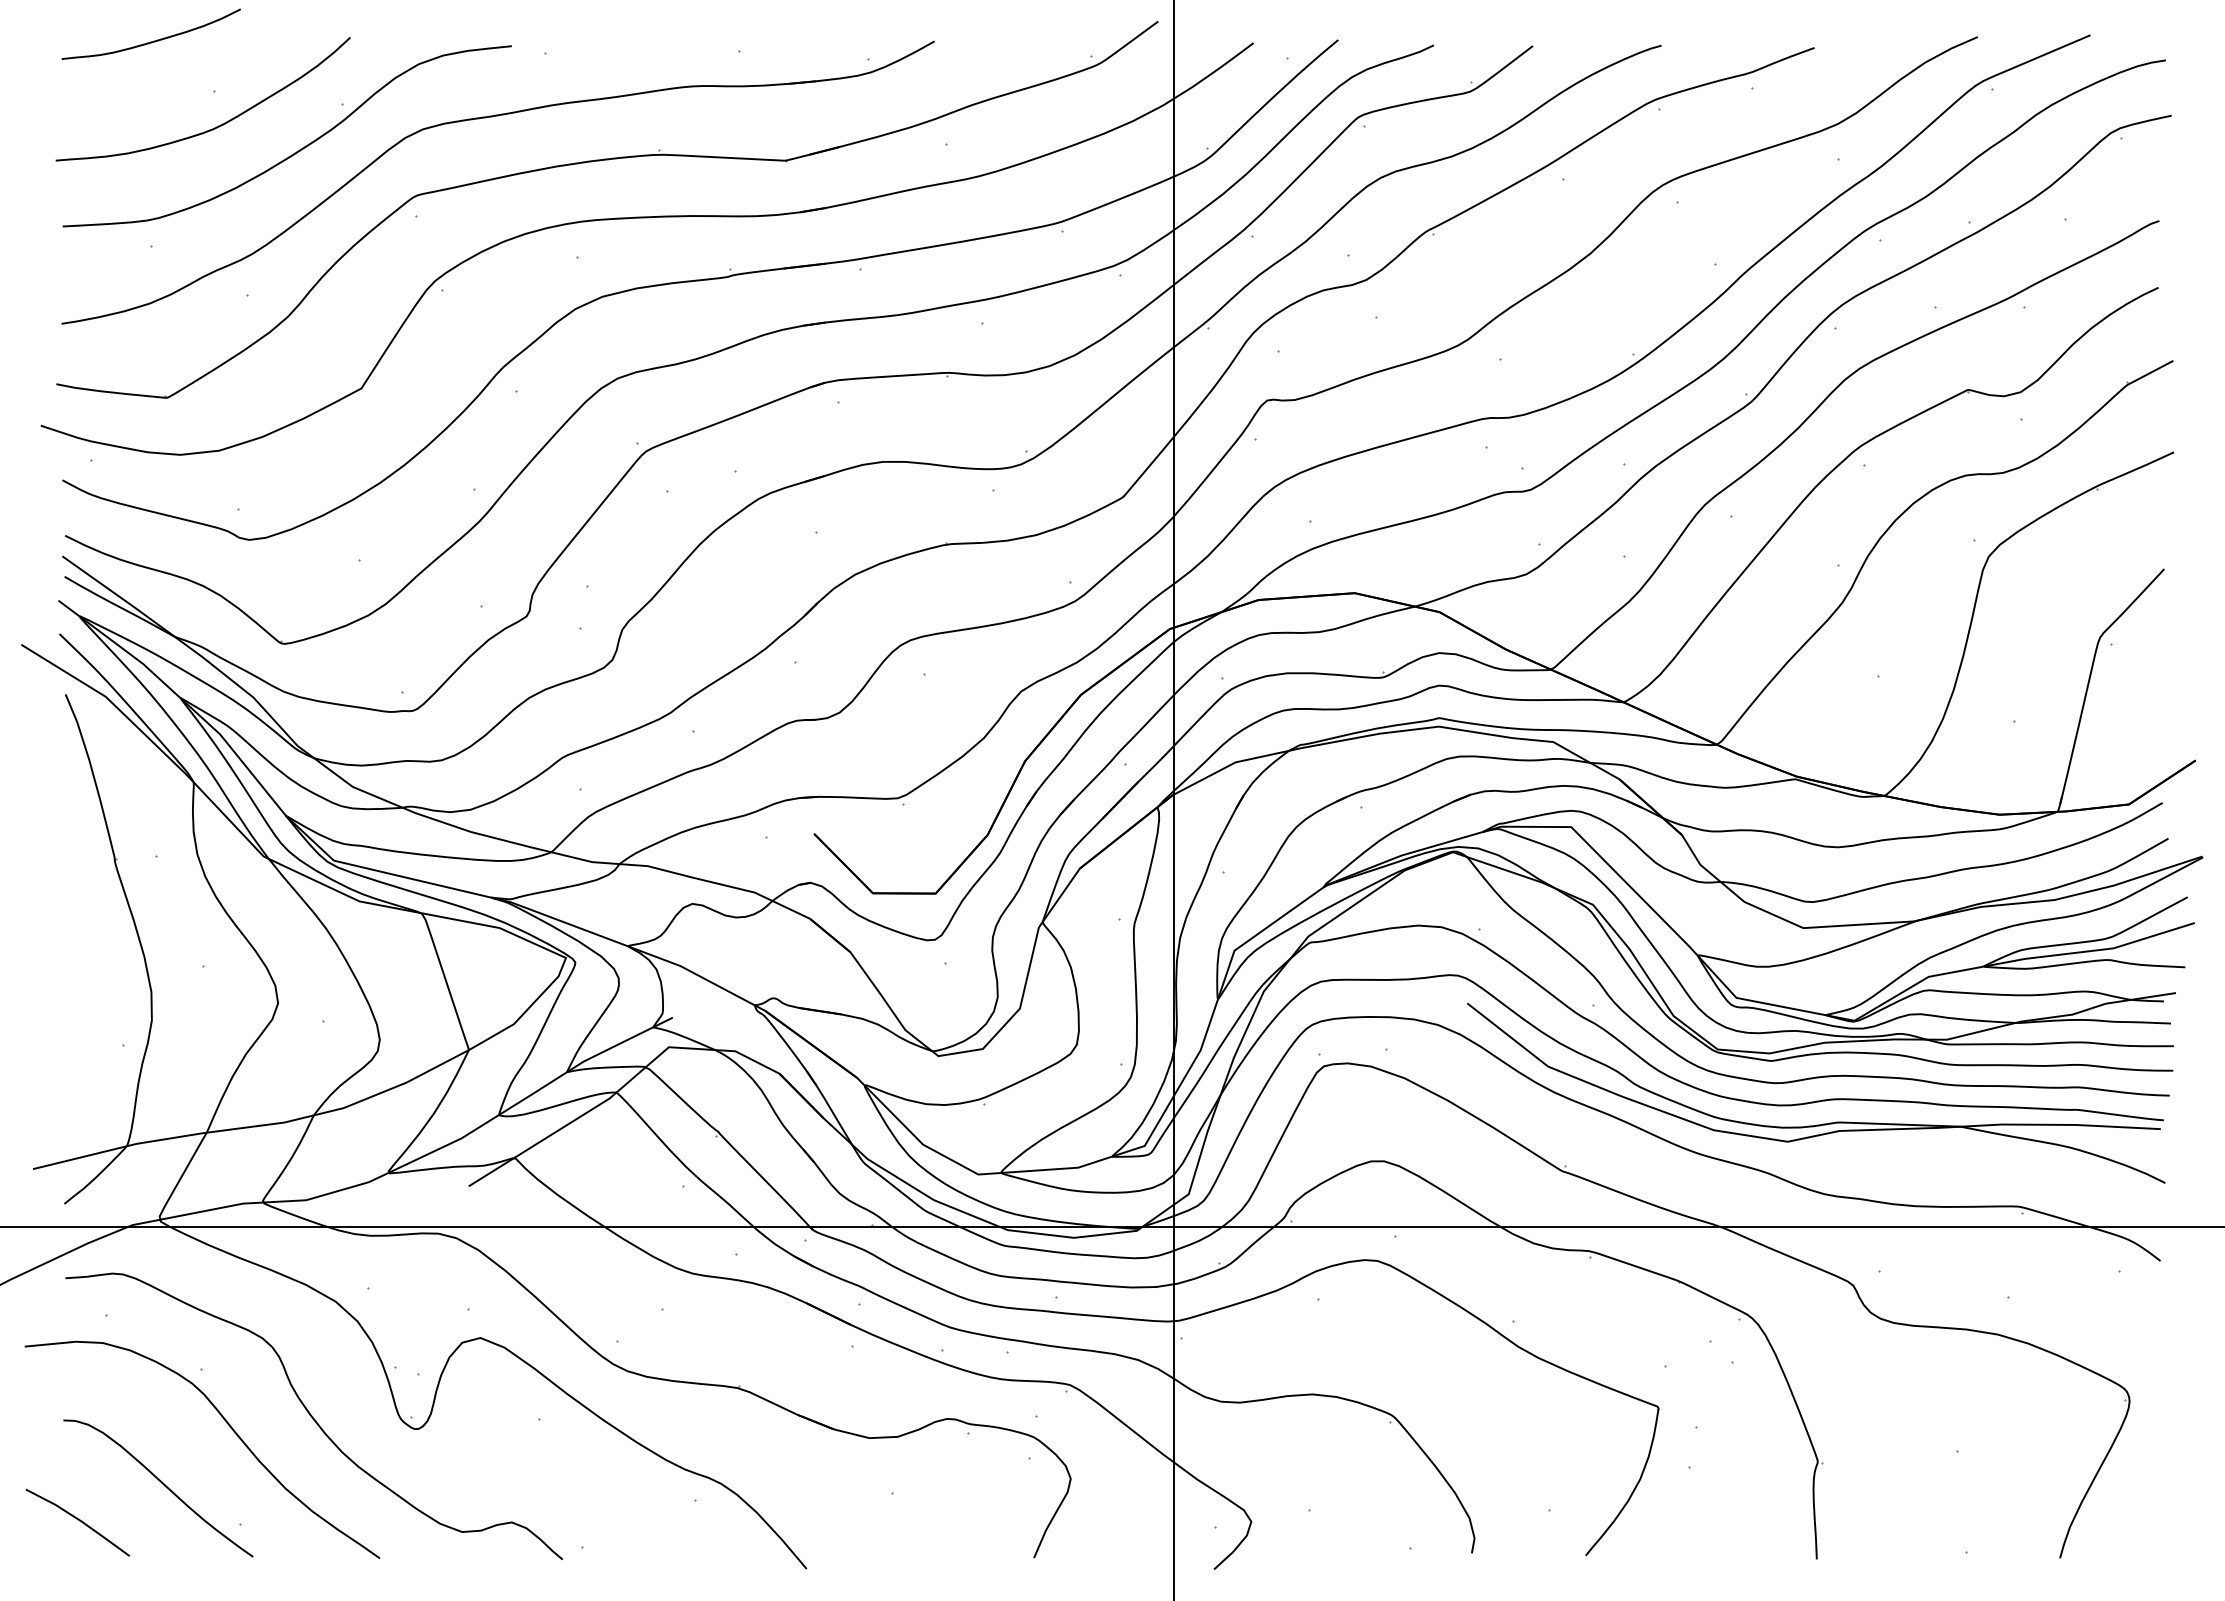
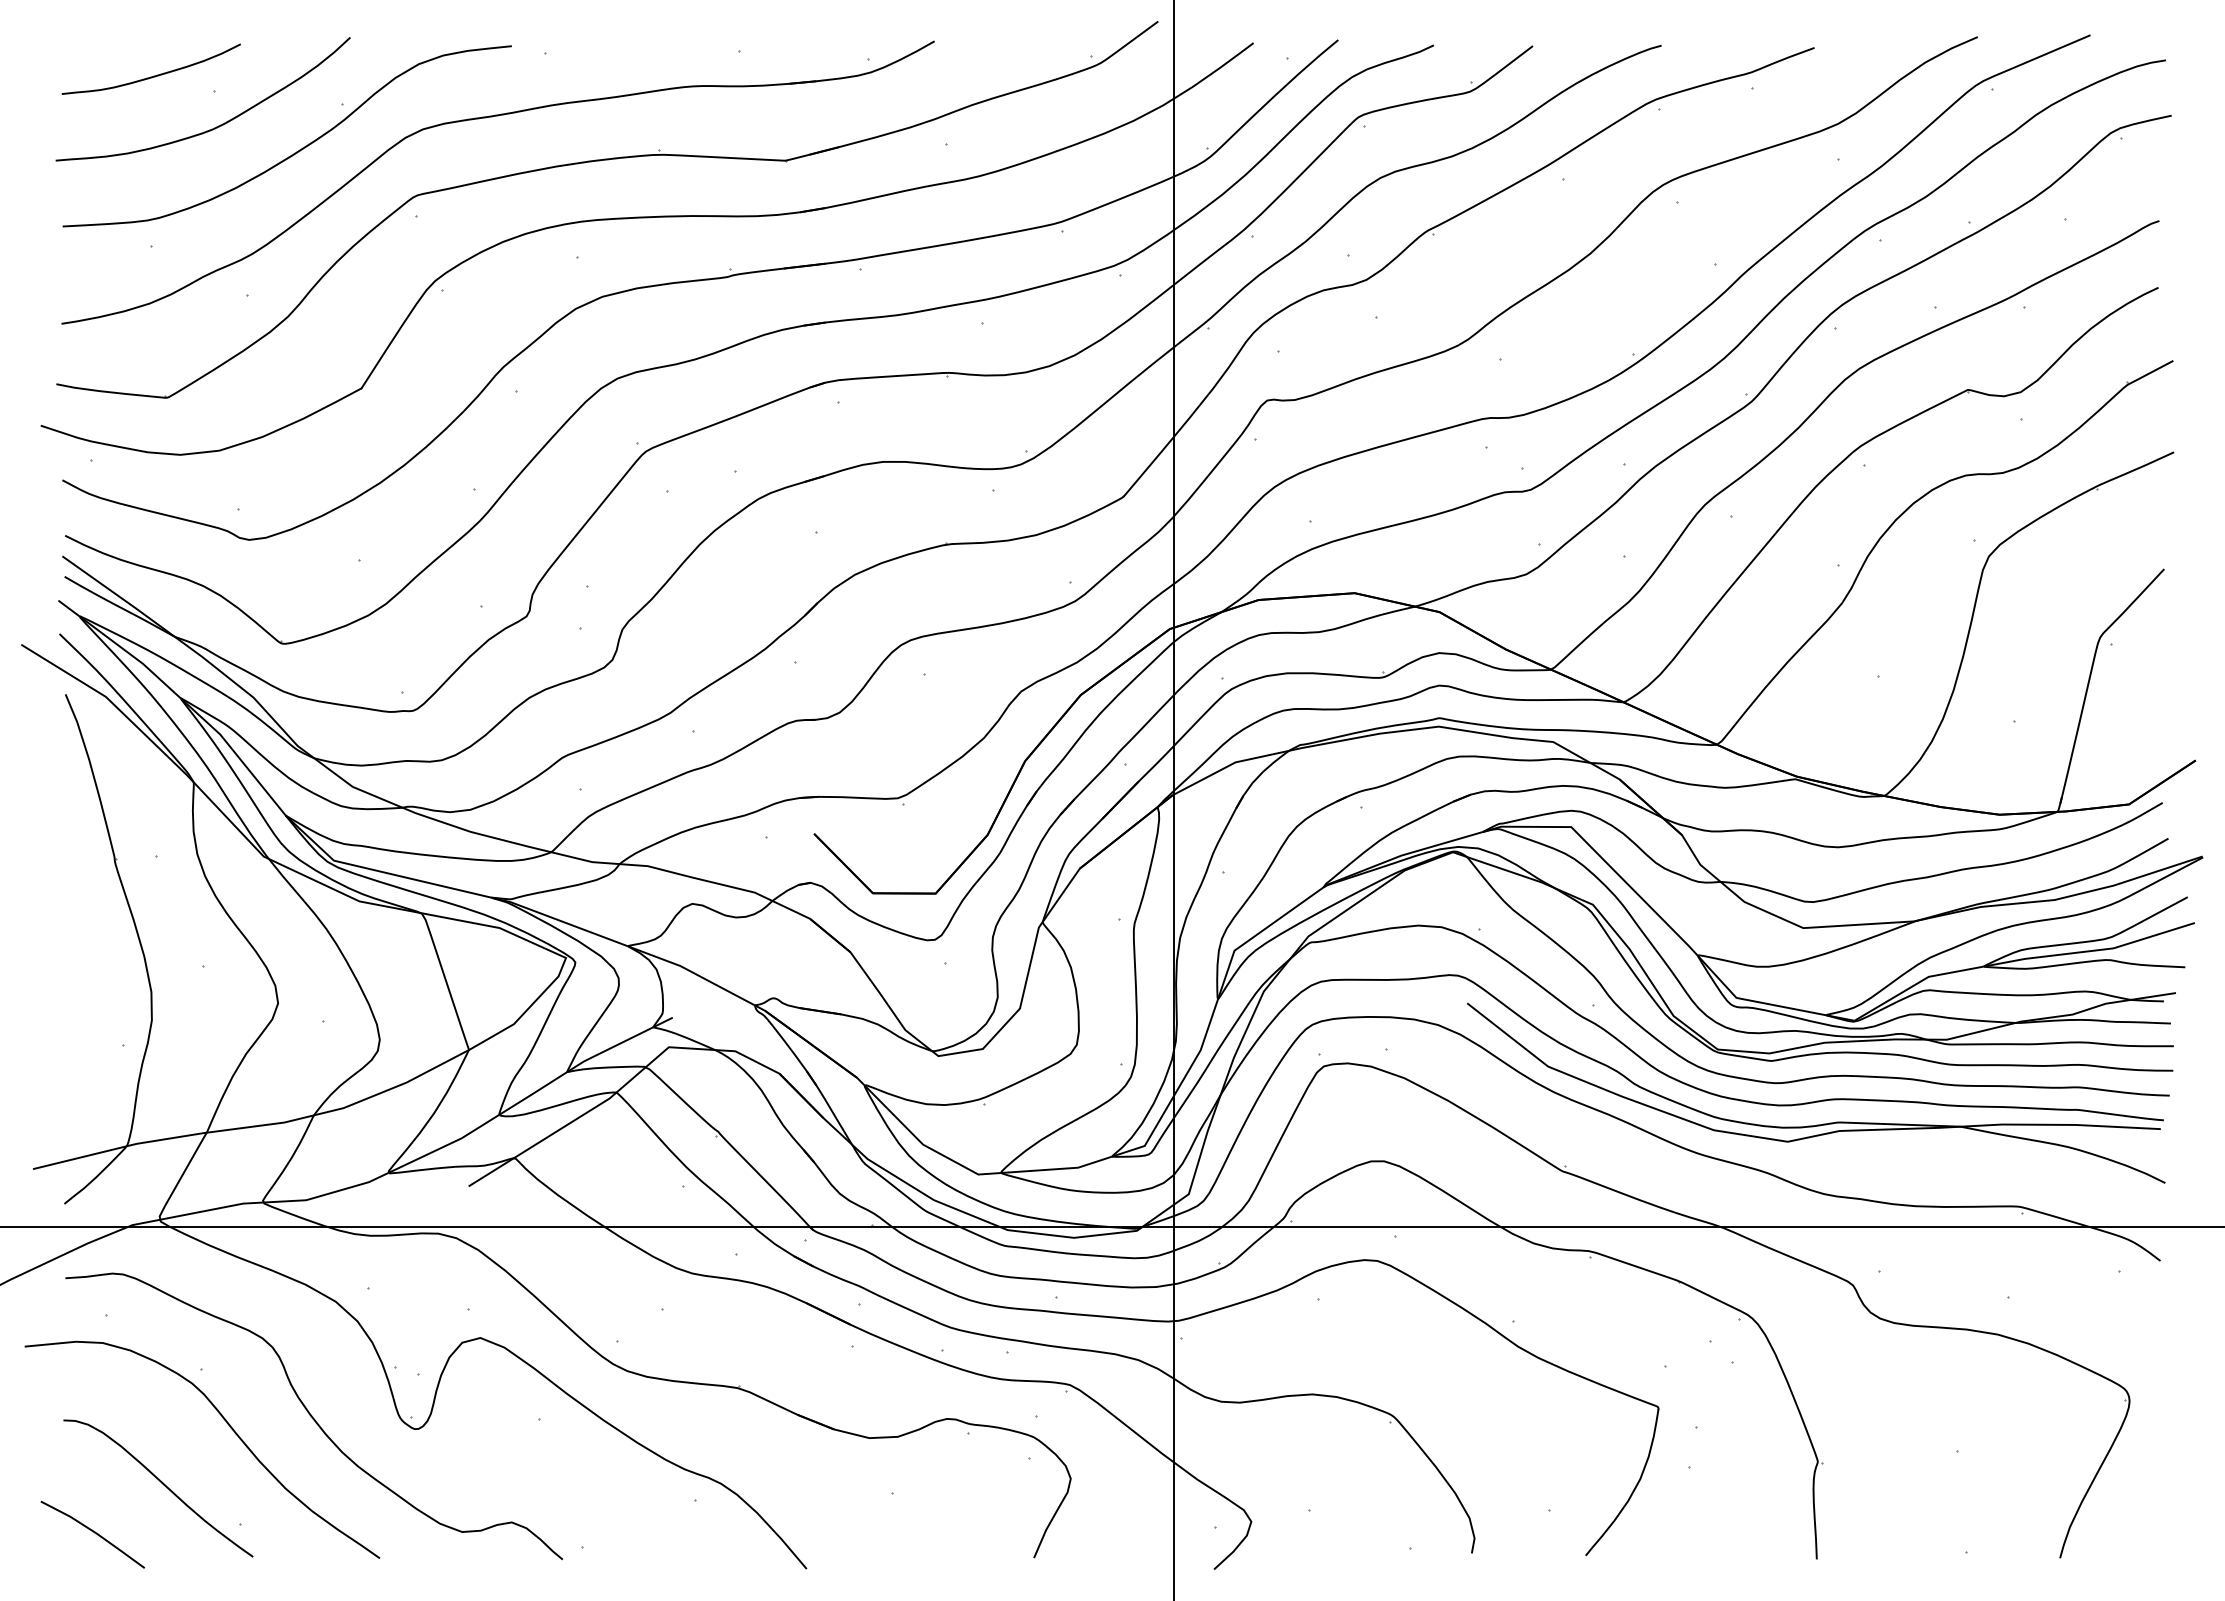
curve at (153, 40) position: (153, 40) -> (153, 75)
line at (78, 1520) position: (78, 1520) -> (93, 1532)
